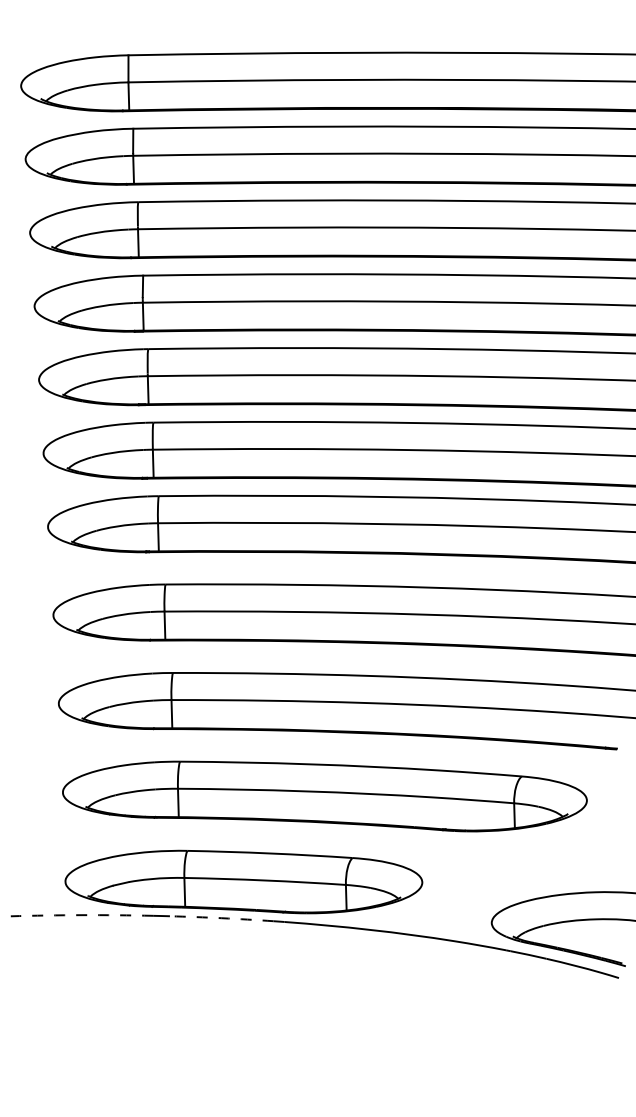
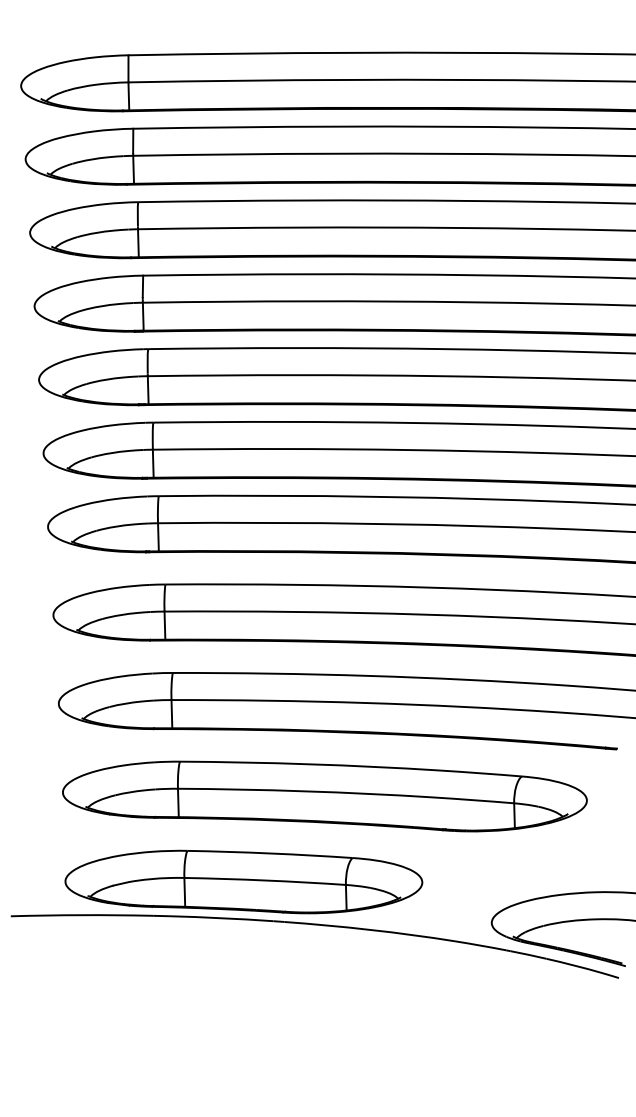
arc at (81, 915): dashed -> solid
arc at (221, 918): dashed -> solid
